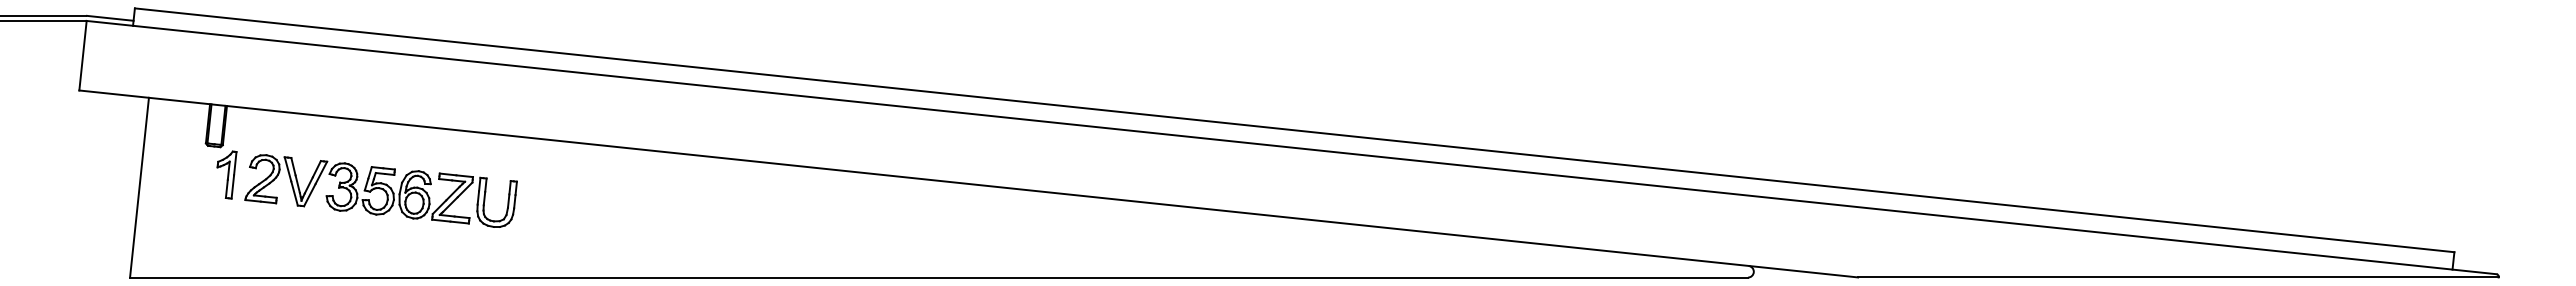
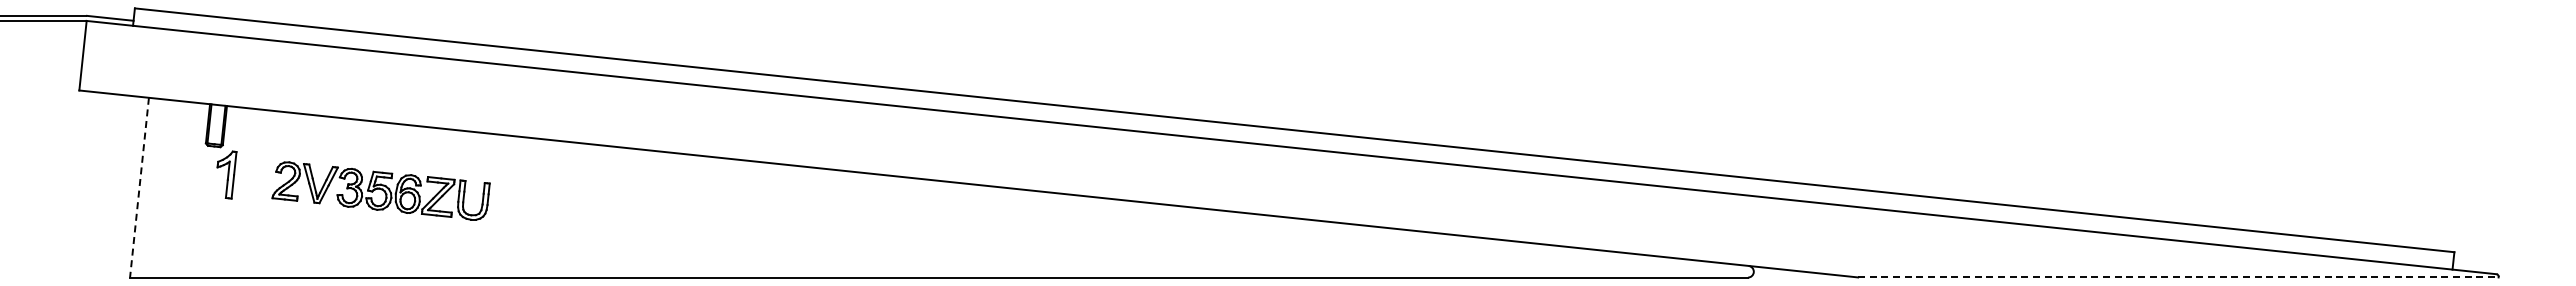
line at (139, 188): solid -> dashed
part at (380, 190) size: 274x74 px -> 220x60 px
line at (2178, 277): solid -> dashed
